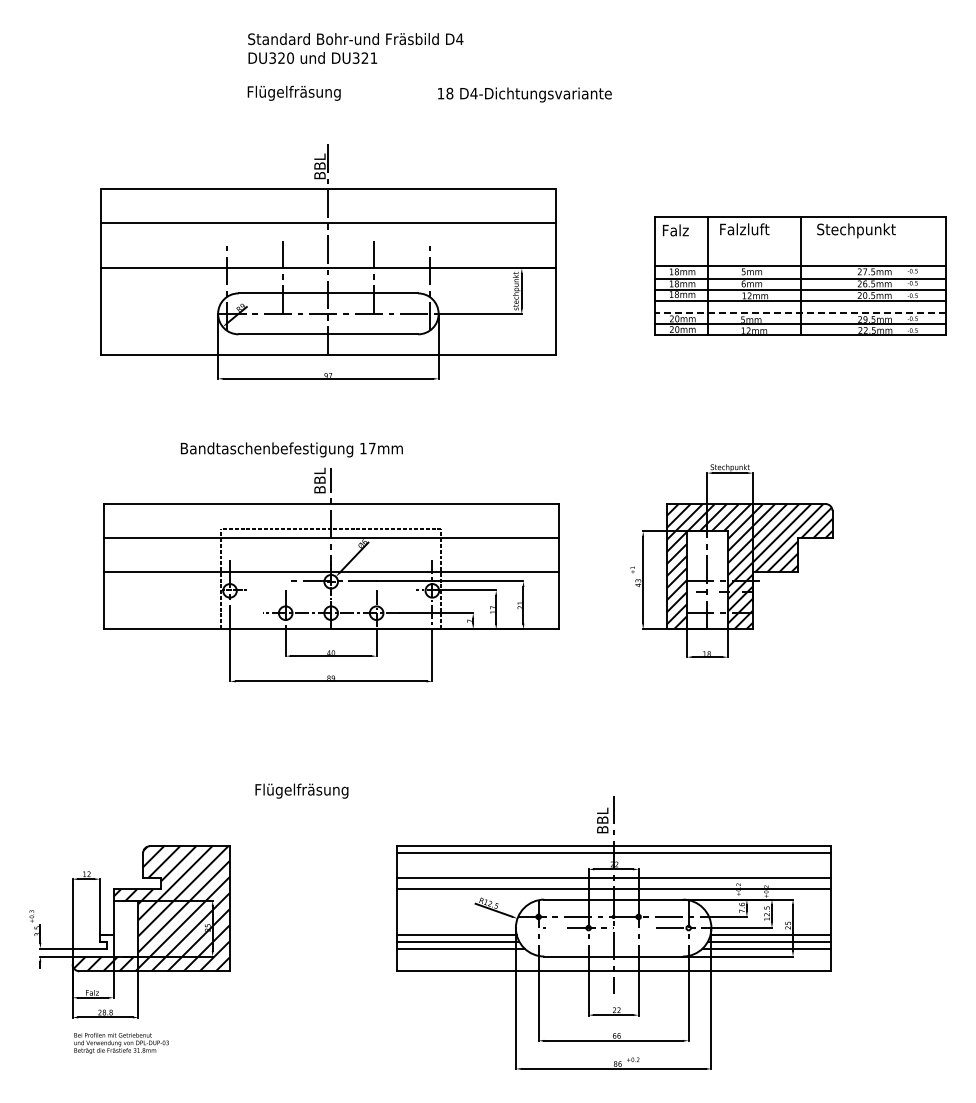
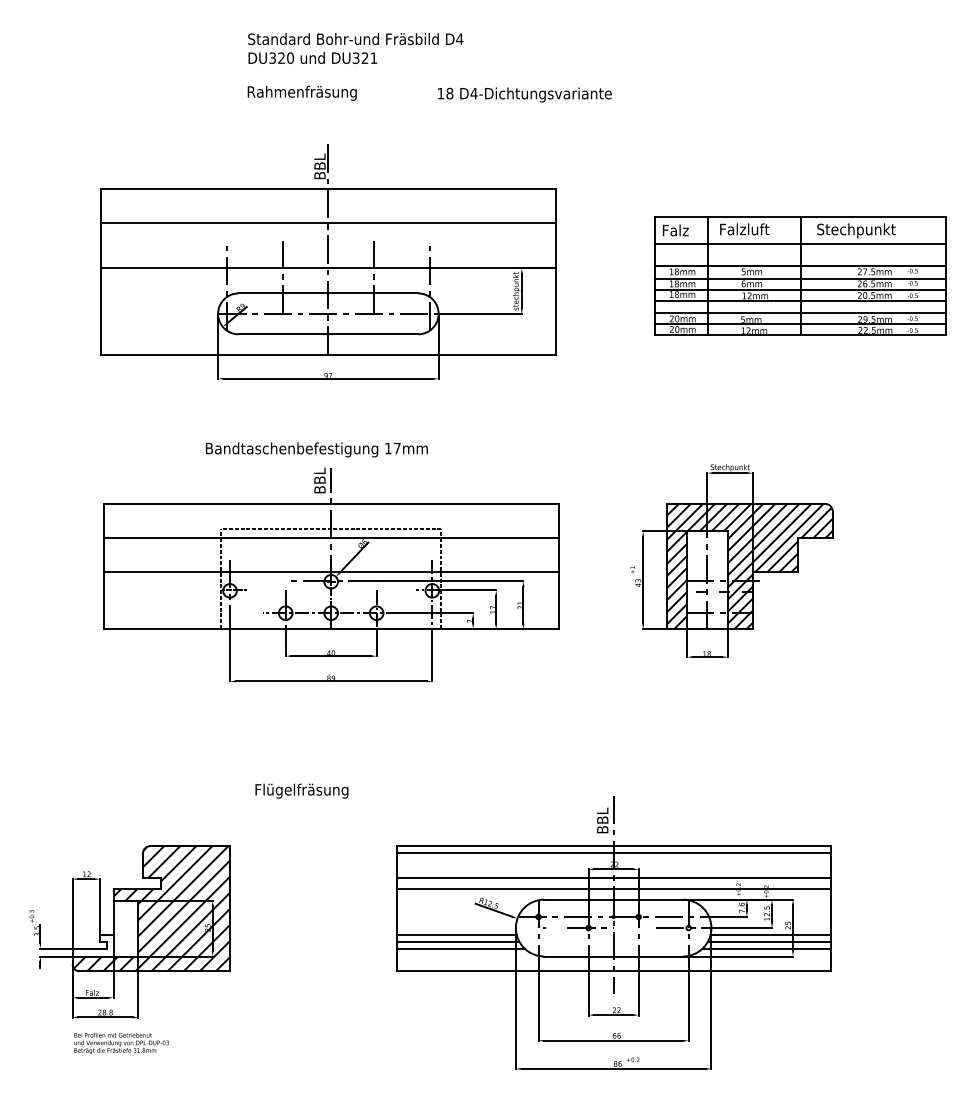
text at (302, 92): Flügelfräsung -> Rahmenfräsung
line at (800, 244): none -> present
line at (800, 312): dashed -> solid
text at (291, 449) position: (291, 449) -> (316, 449)
